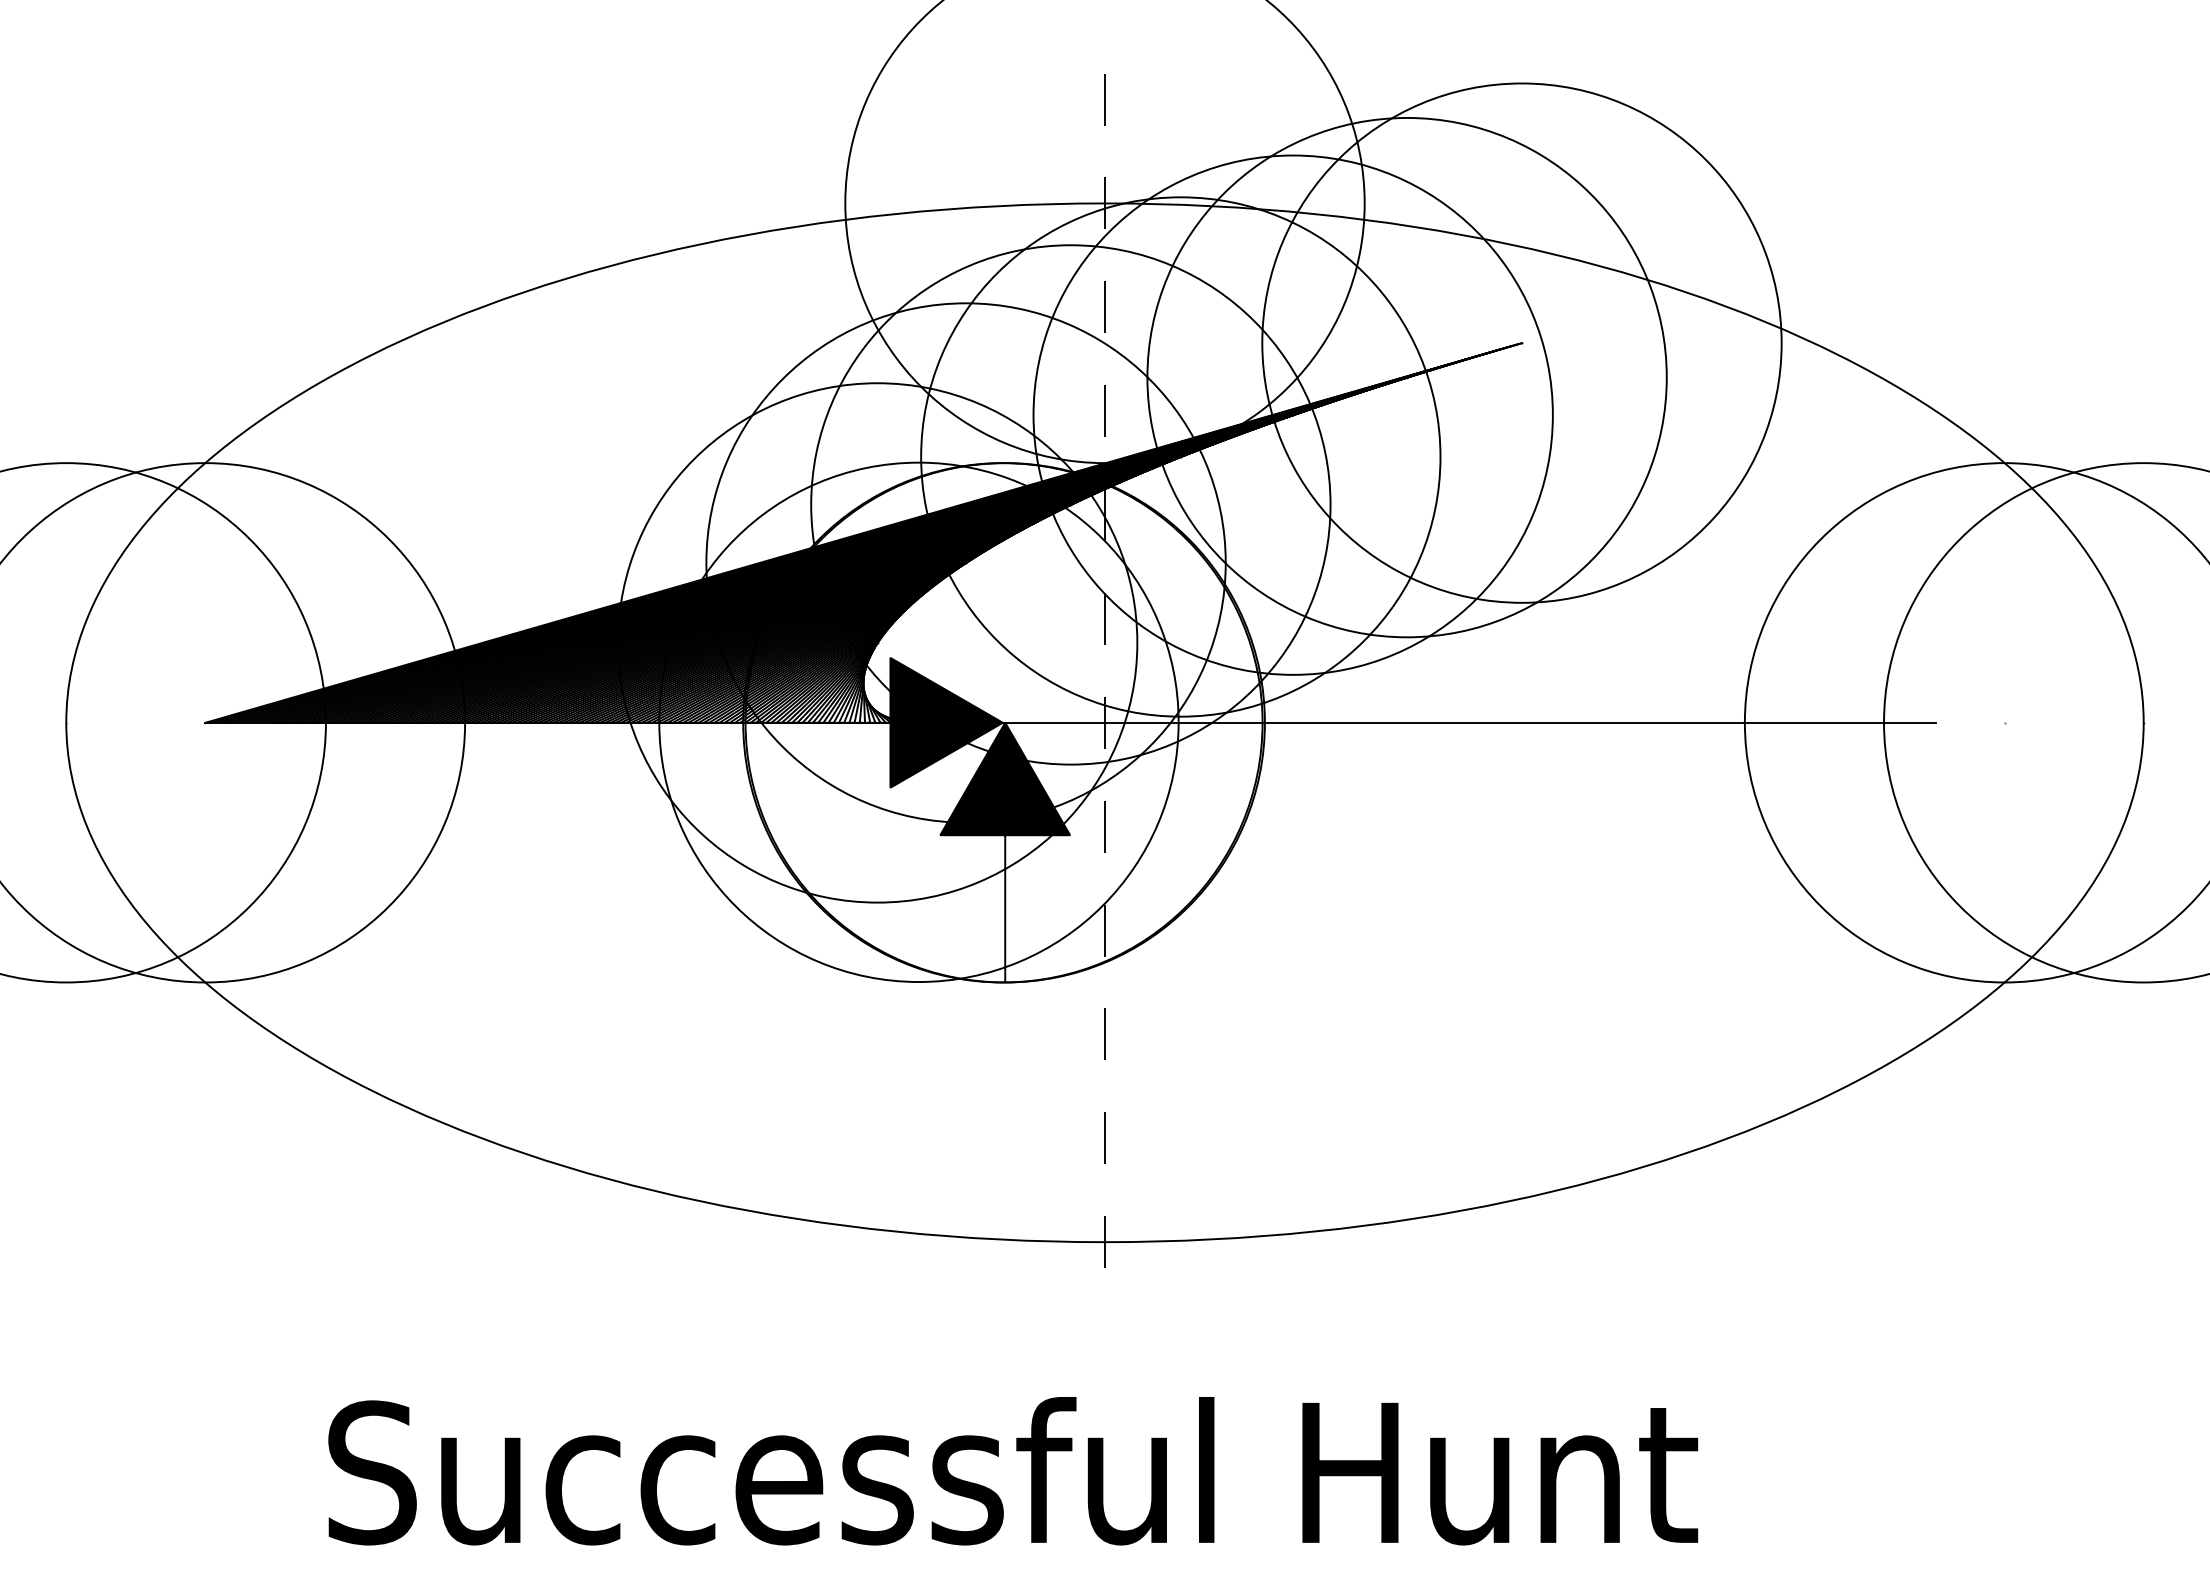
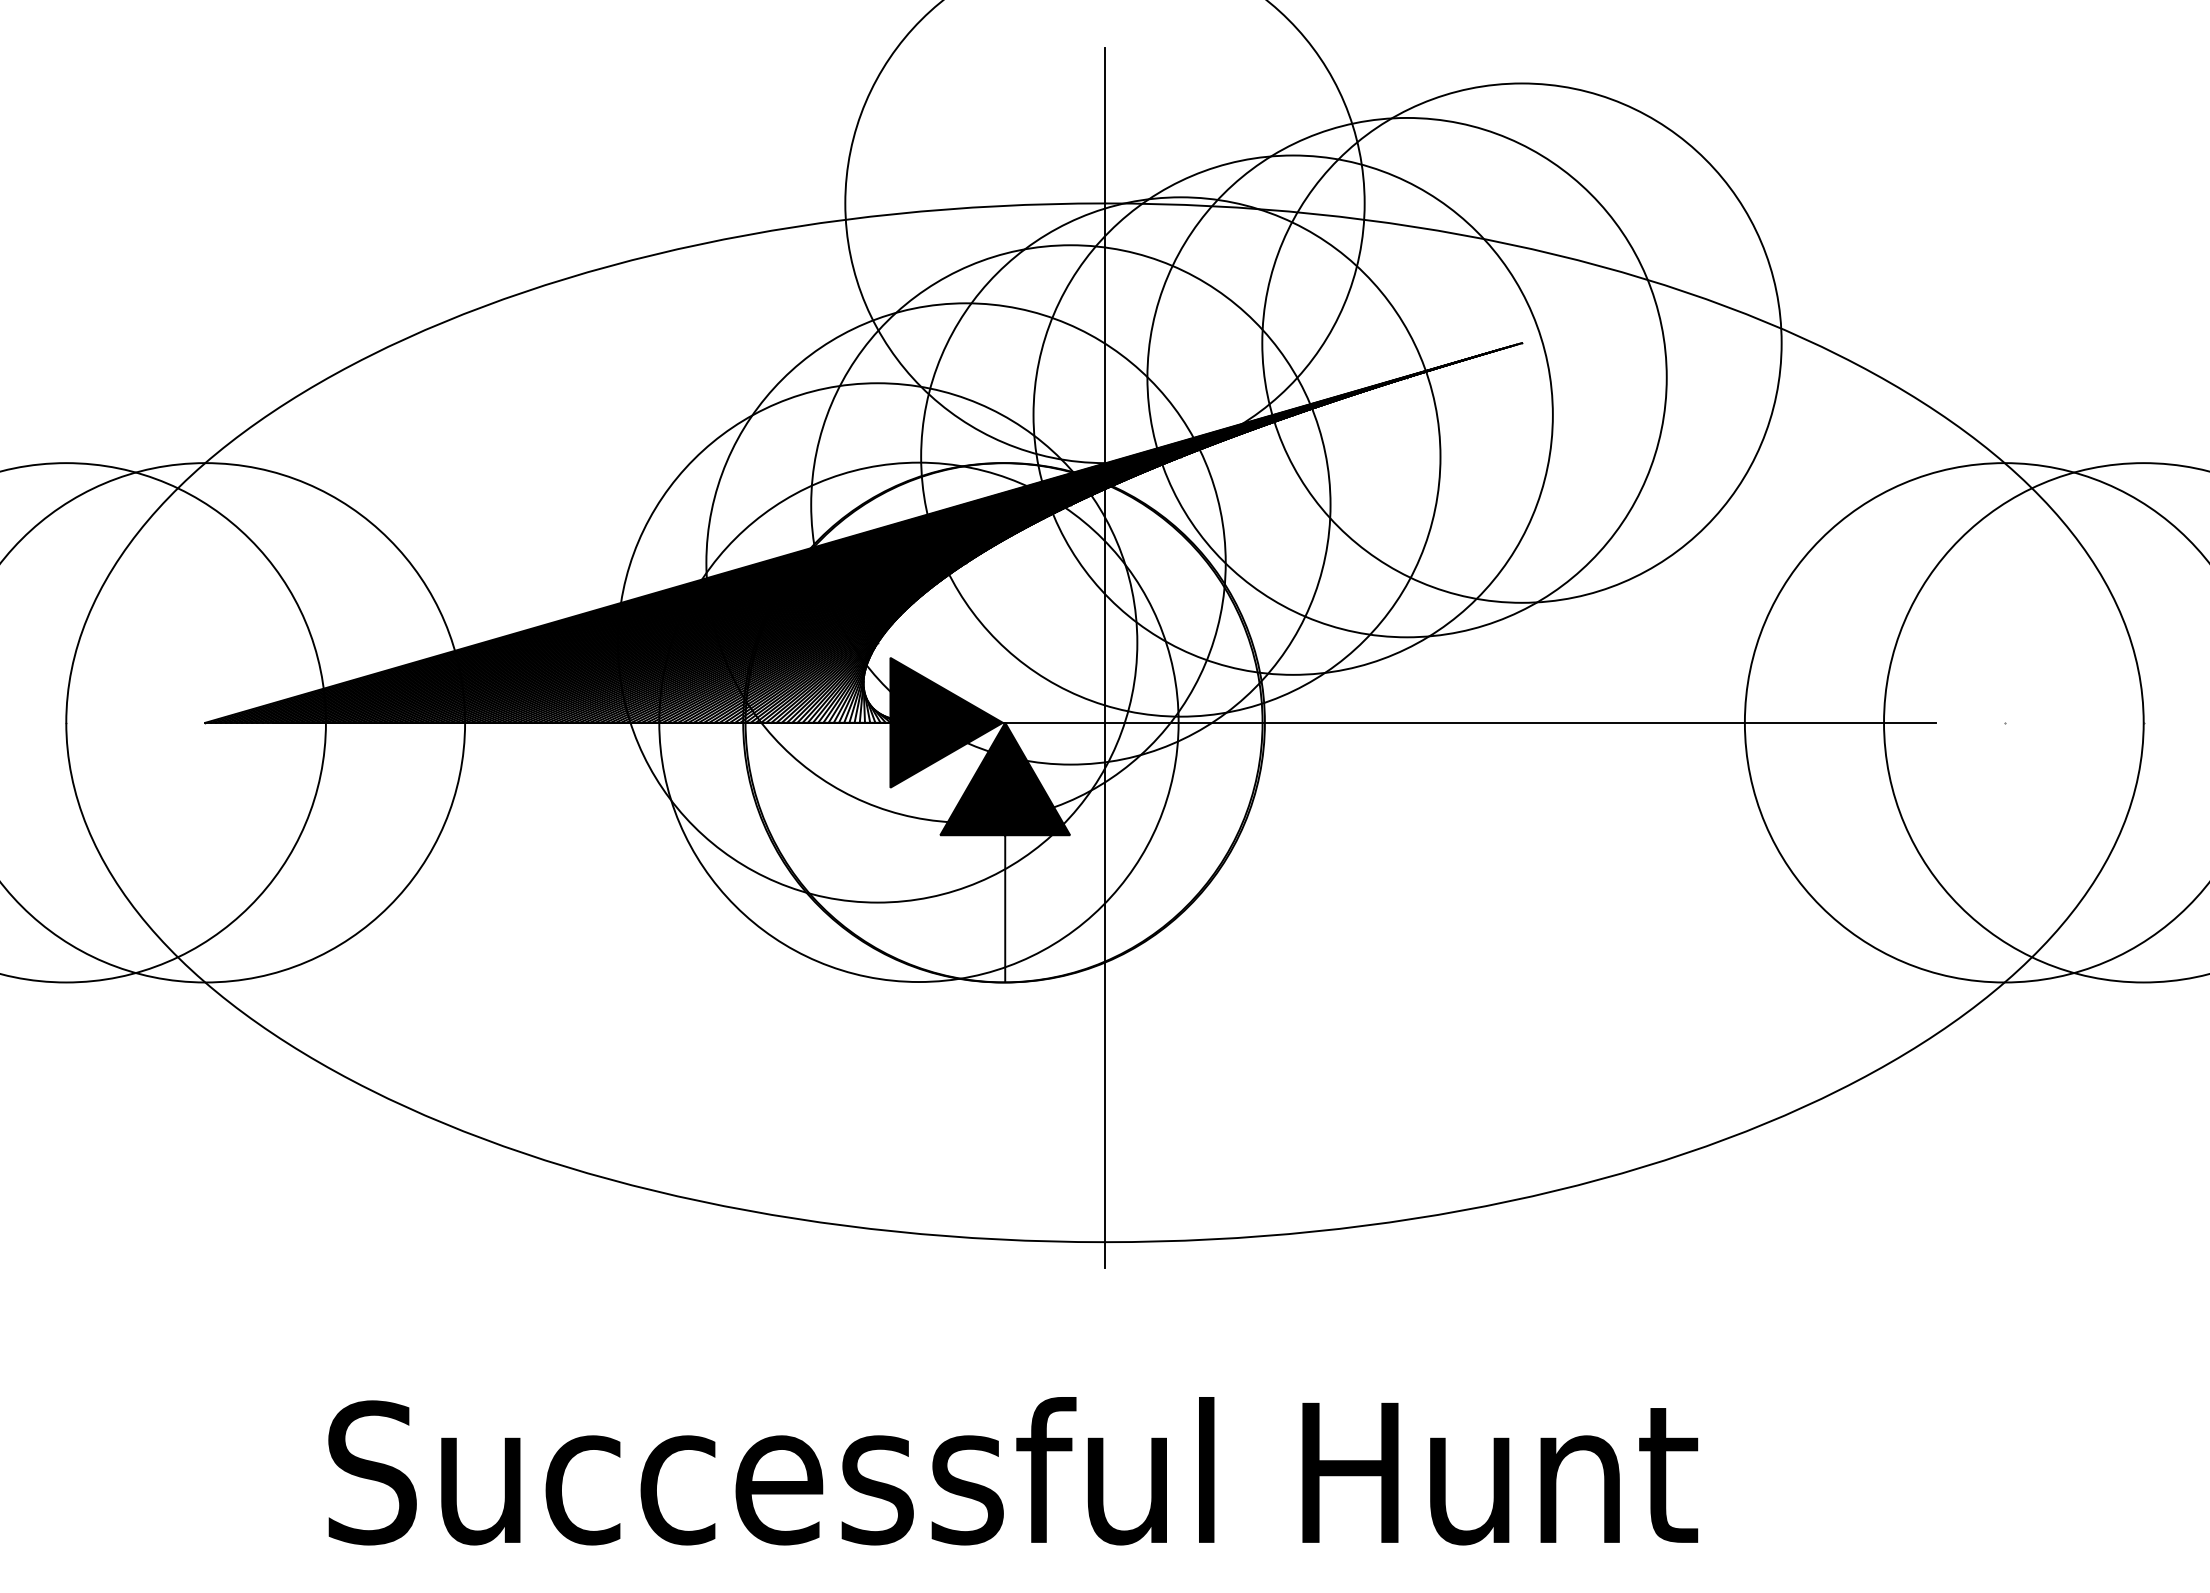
line at (1105, 657): dashed -> solid
